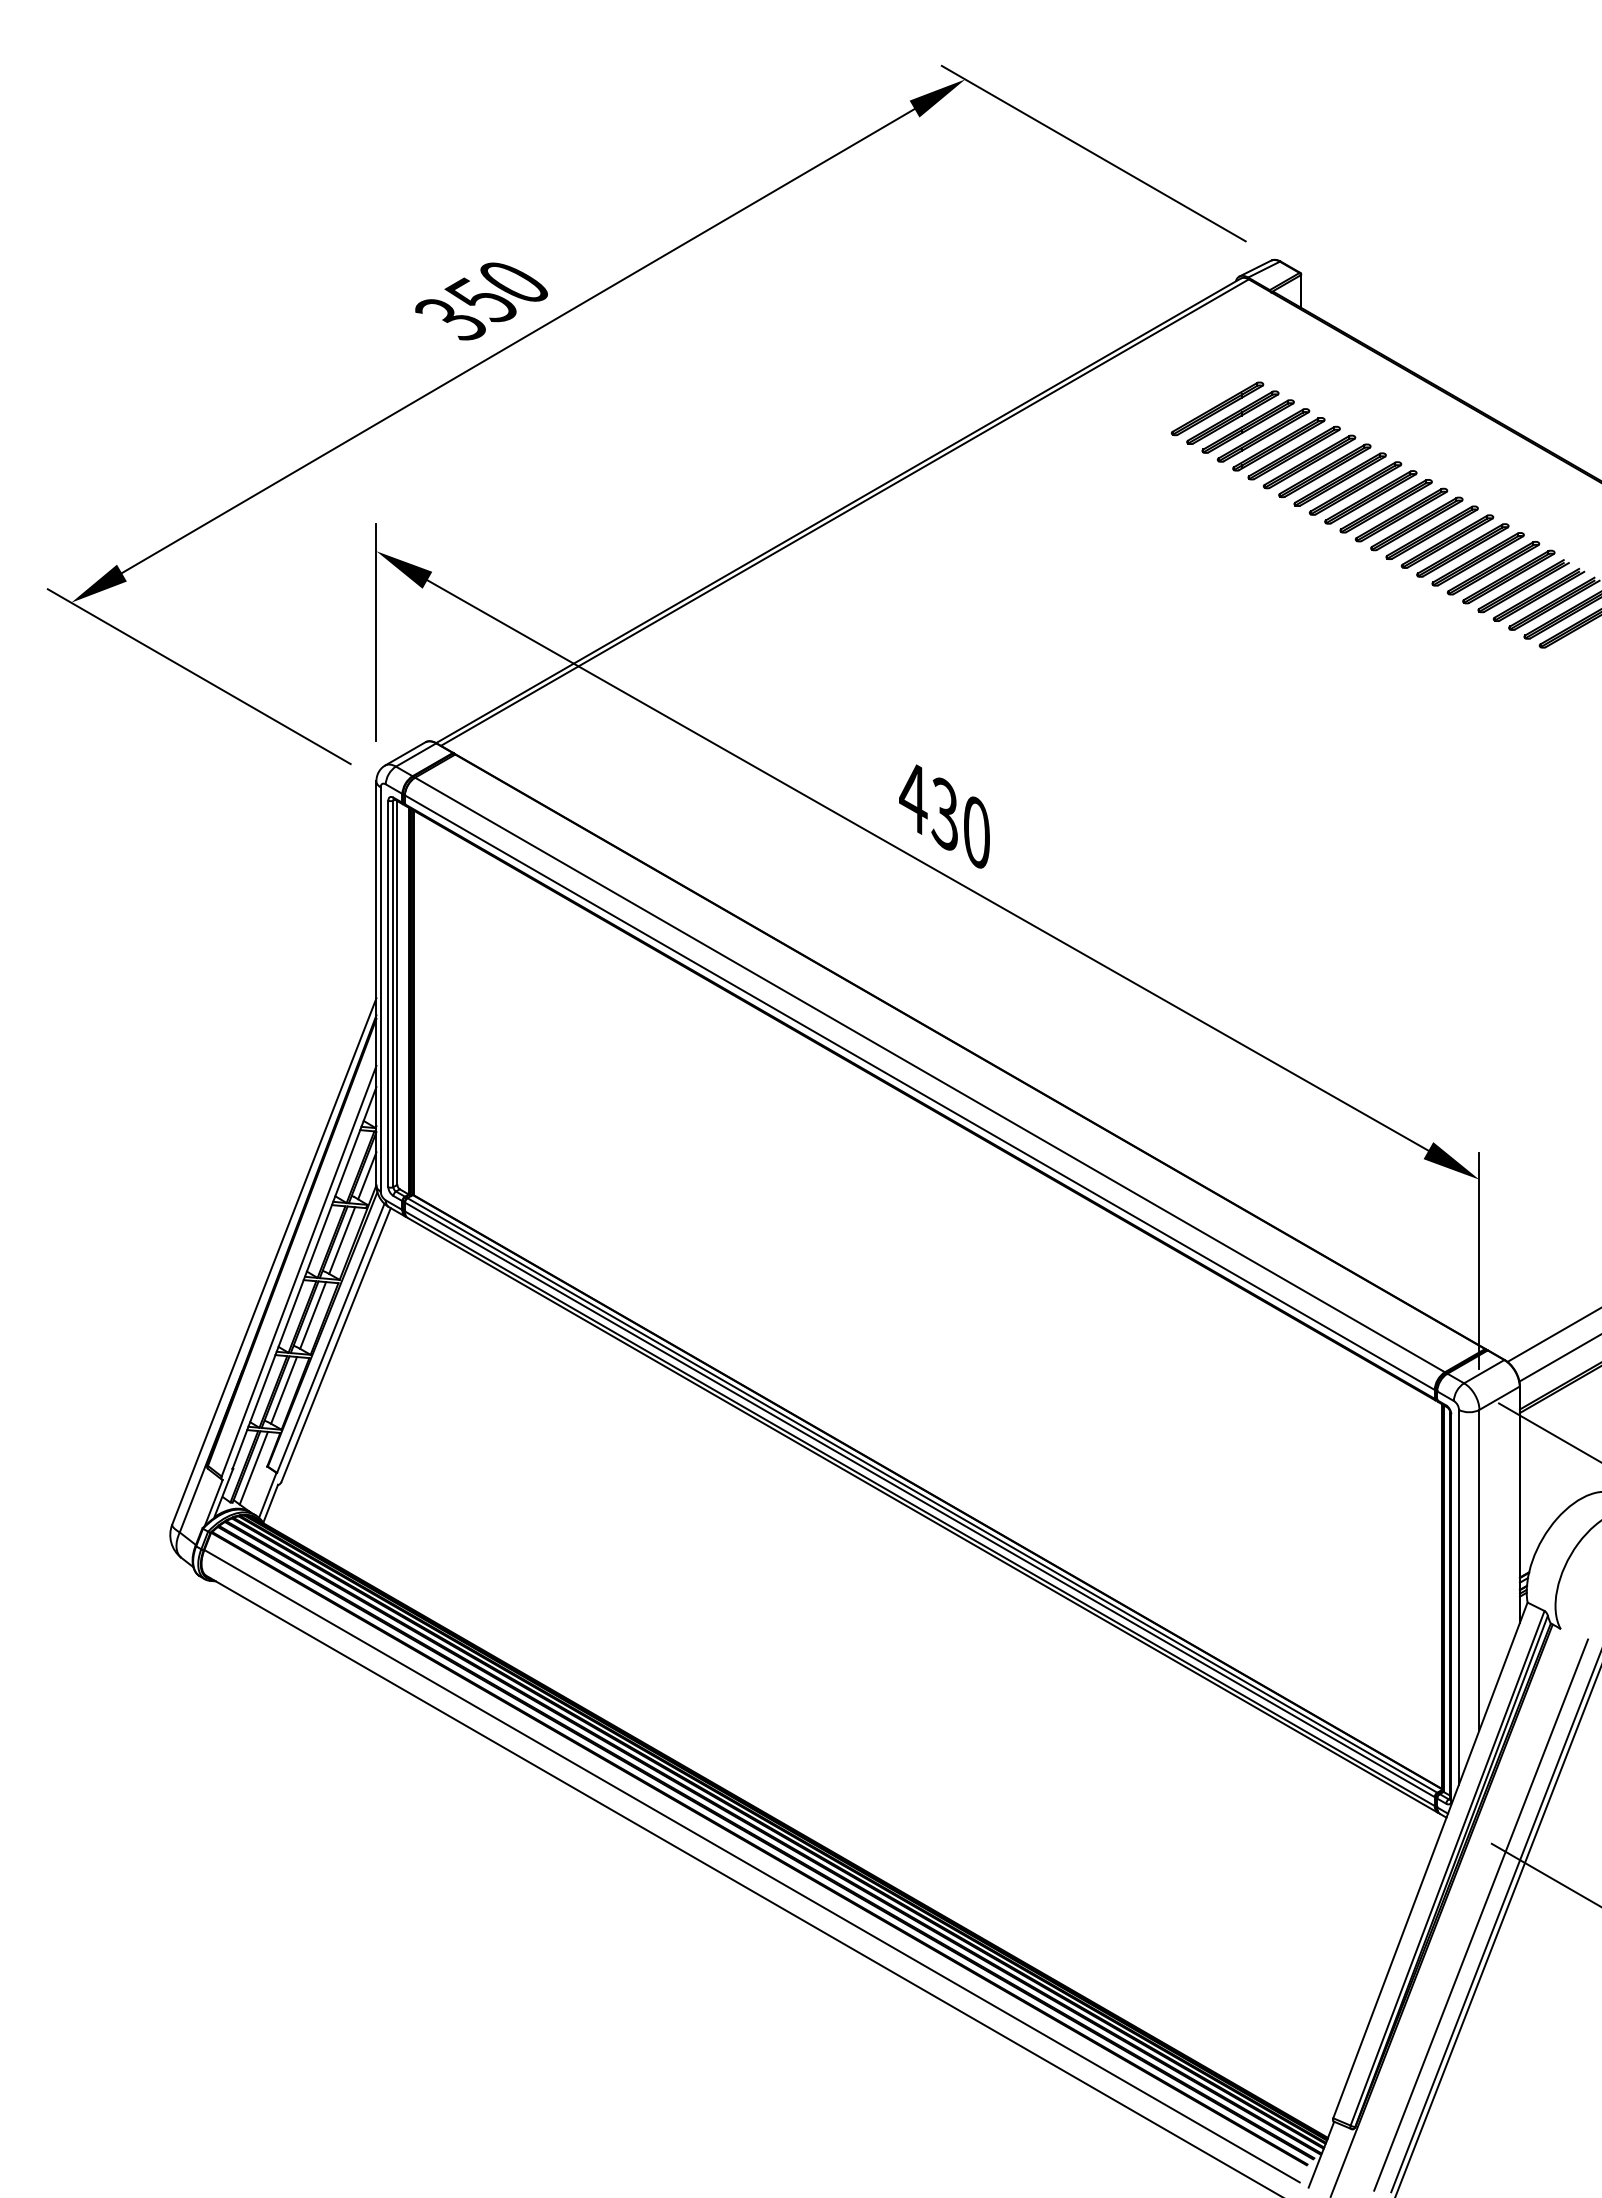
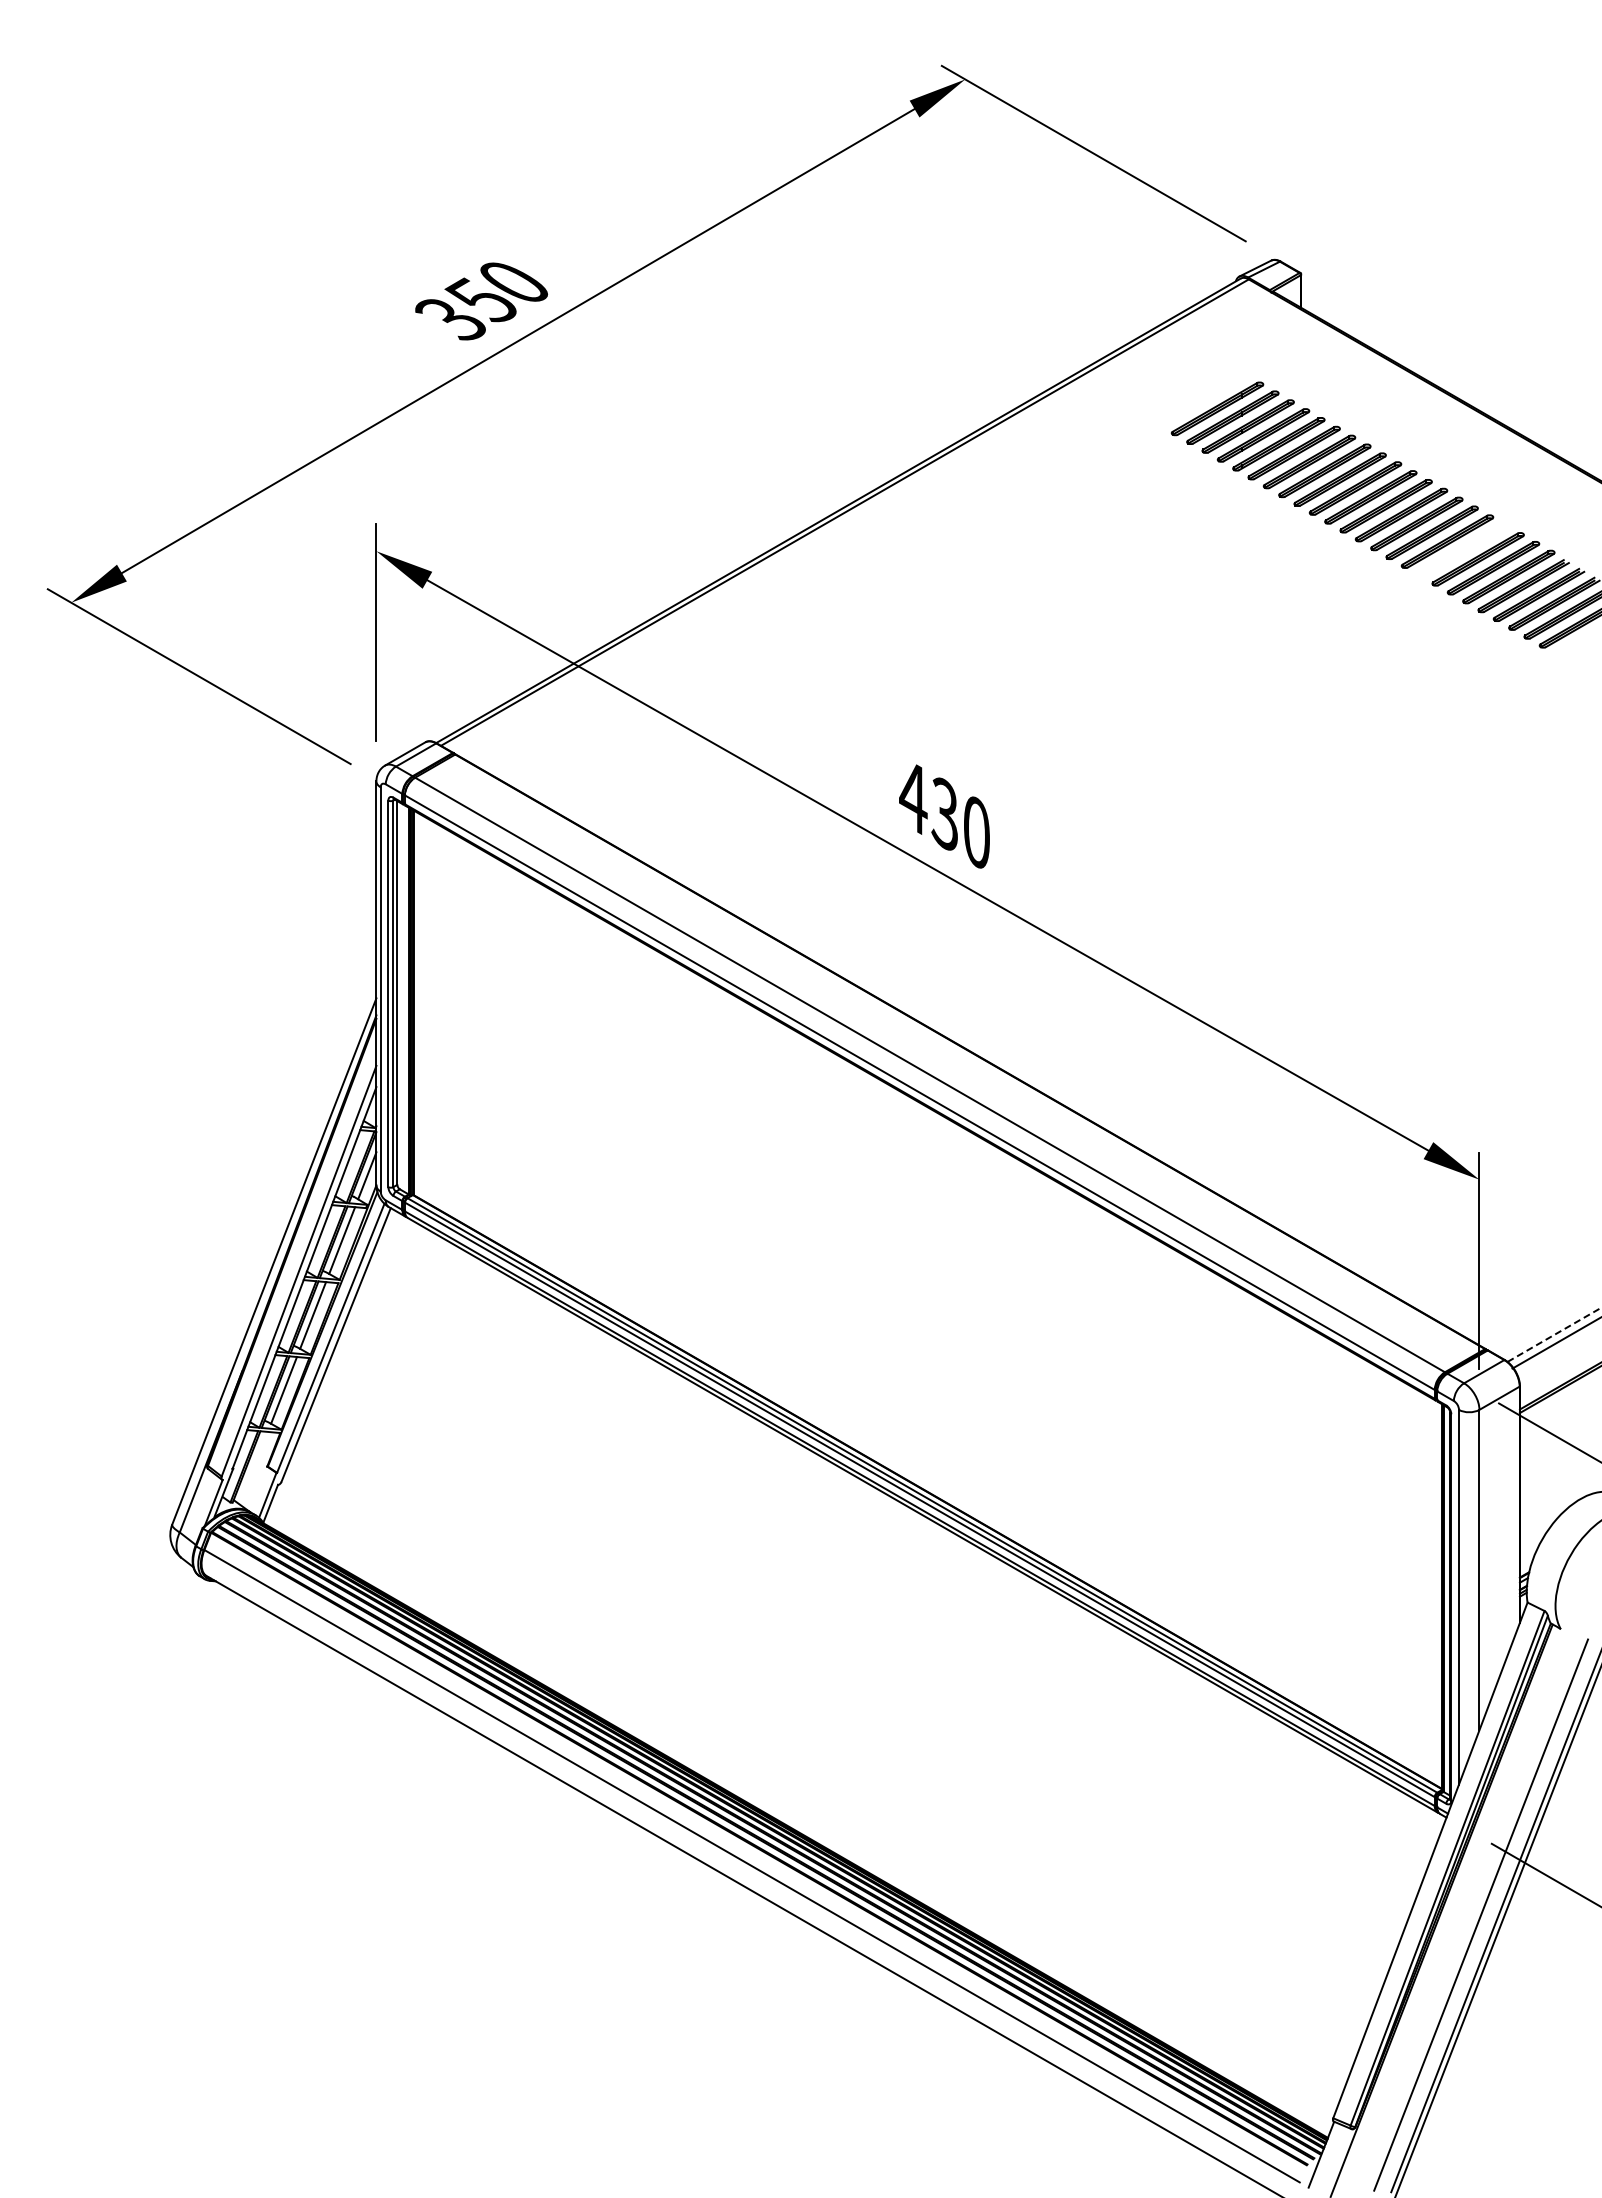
part at (1462, 550): present -> none
line at (1555, 1334): solid -> dashed
line at (1558, 1358) position: (1558, 1358) -> (1555, 1343)
line at (253, 1467): present -> none
